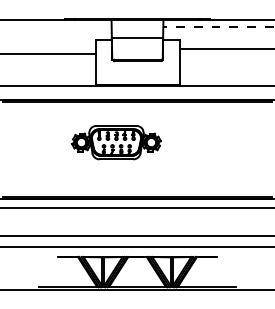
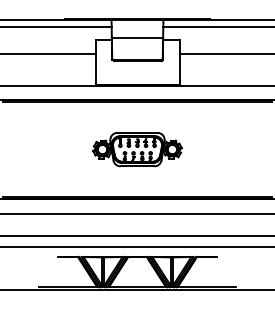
line at (56, 27): none -> present
line at (219, 27): dashed -> solid
line at (225, 49) position: (225, 49) -> (225, 54)
part at (116, 142) position: (116, 142) -> (137, 149)
line at (136, 207) position: (136, 207) -> (136, 213)
